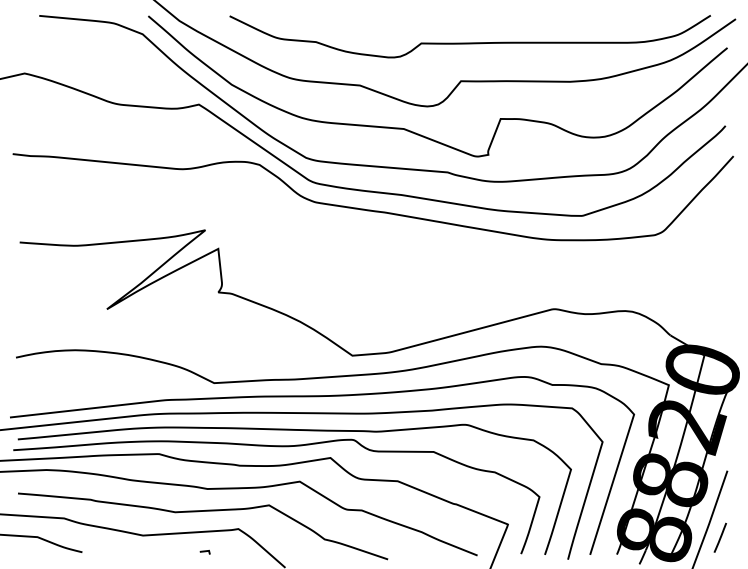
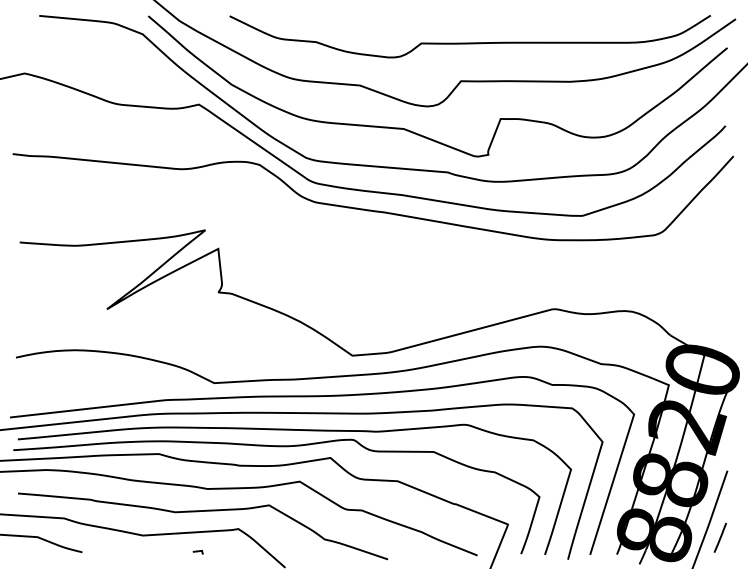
line at (204, 551) position: (204, 551) -> (197, 551)
